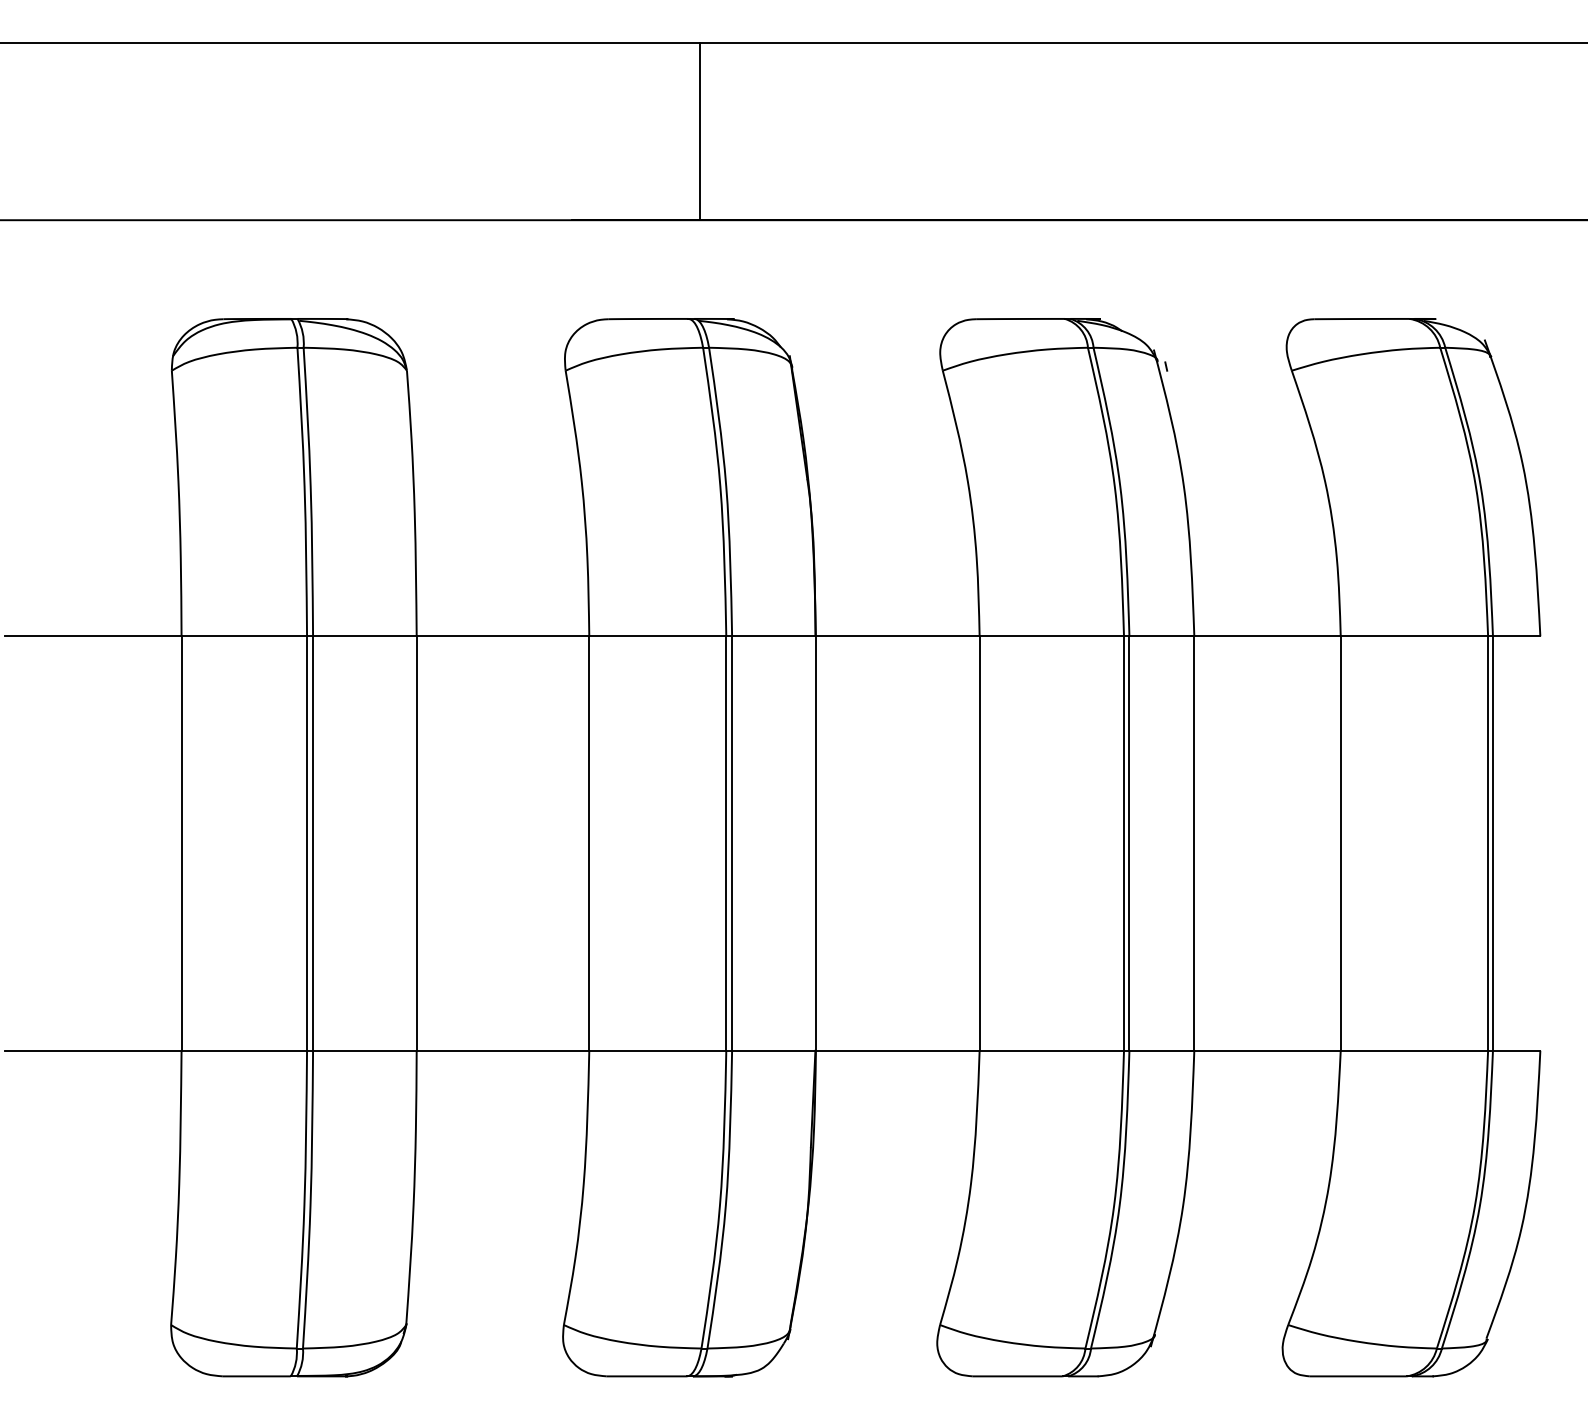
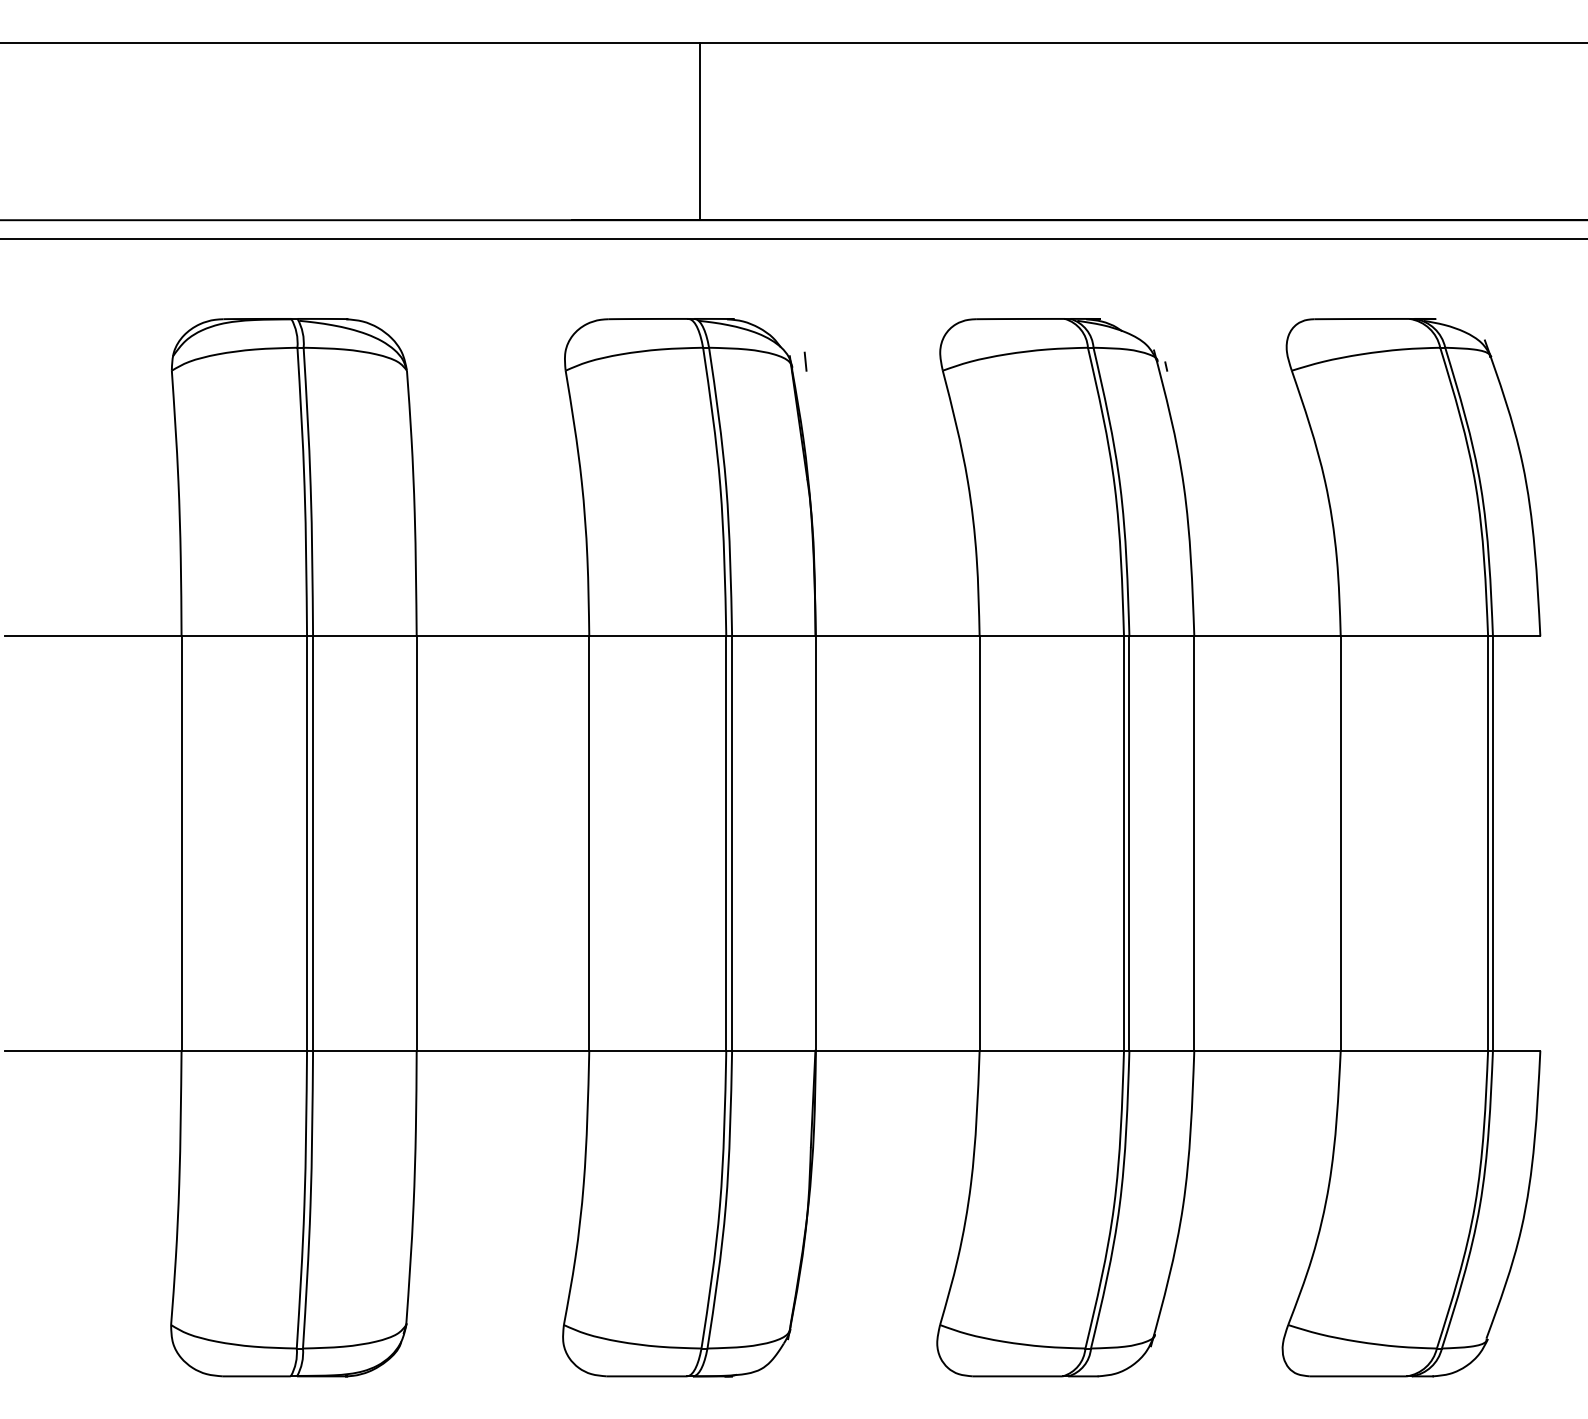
line at (793, 239): none -> present
line at (805, 361): none -> present
